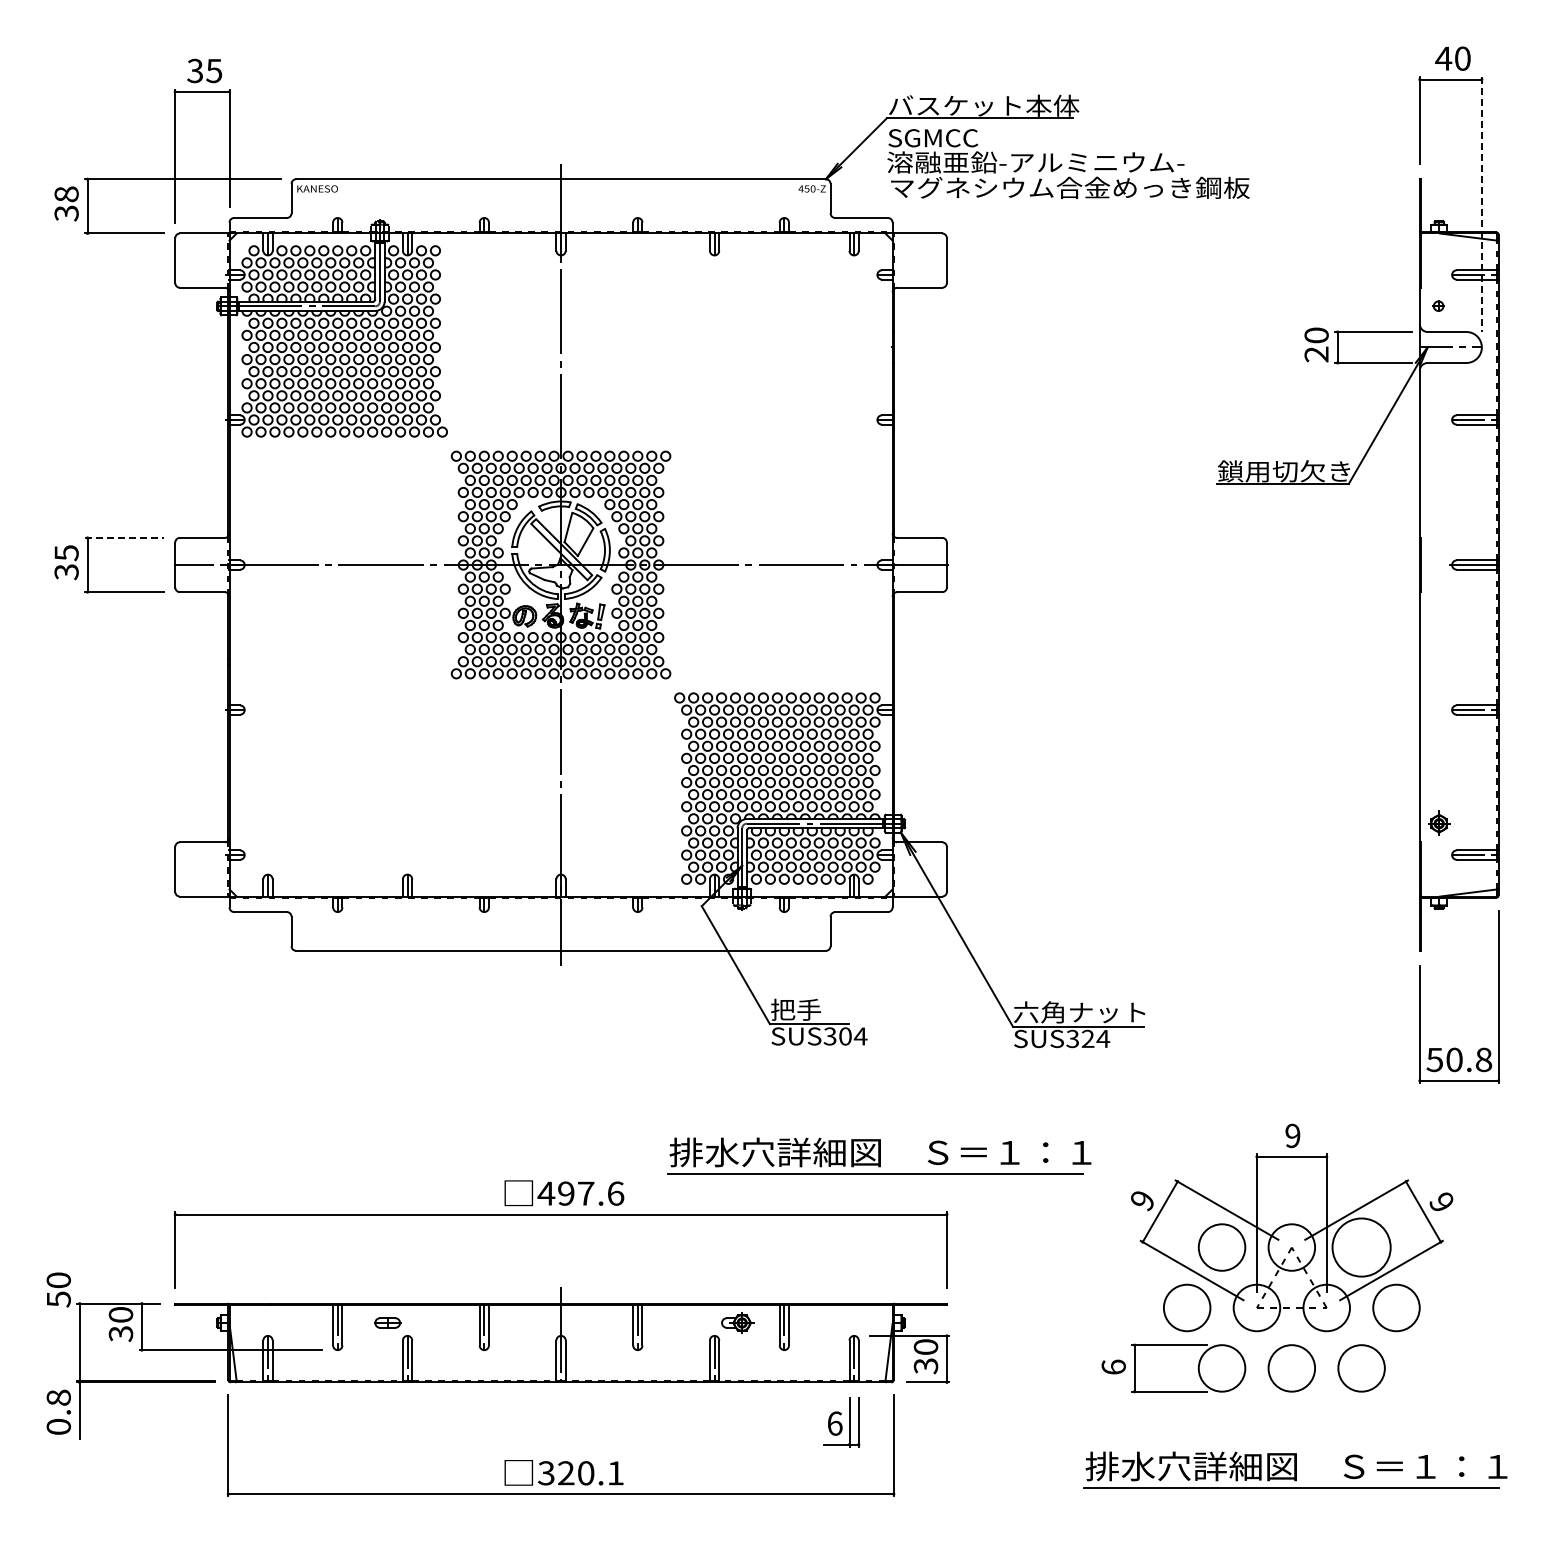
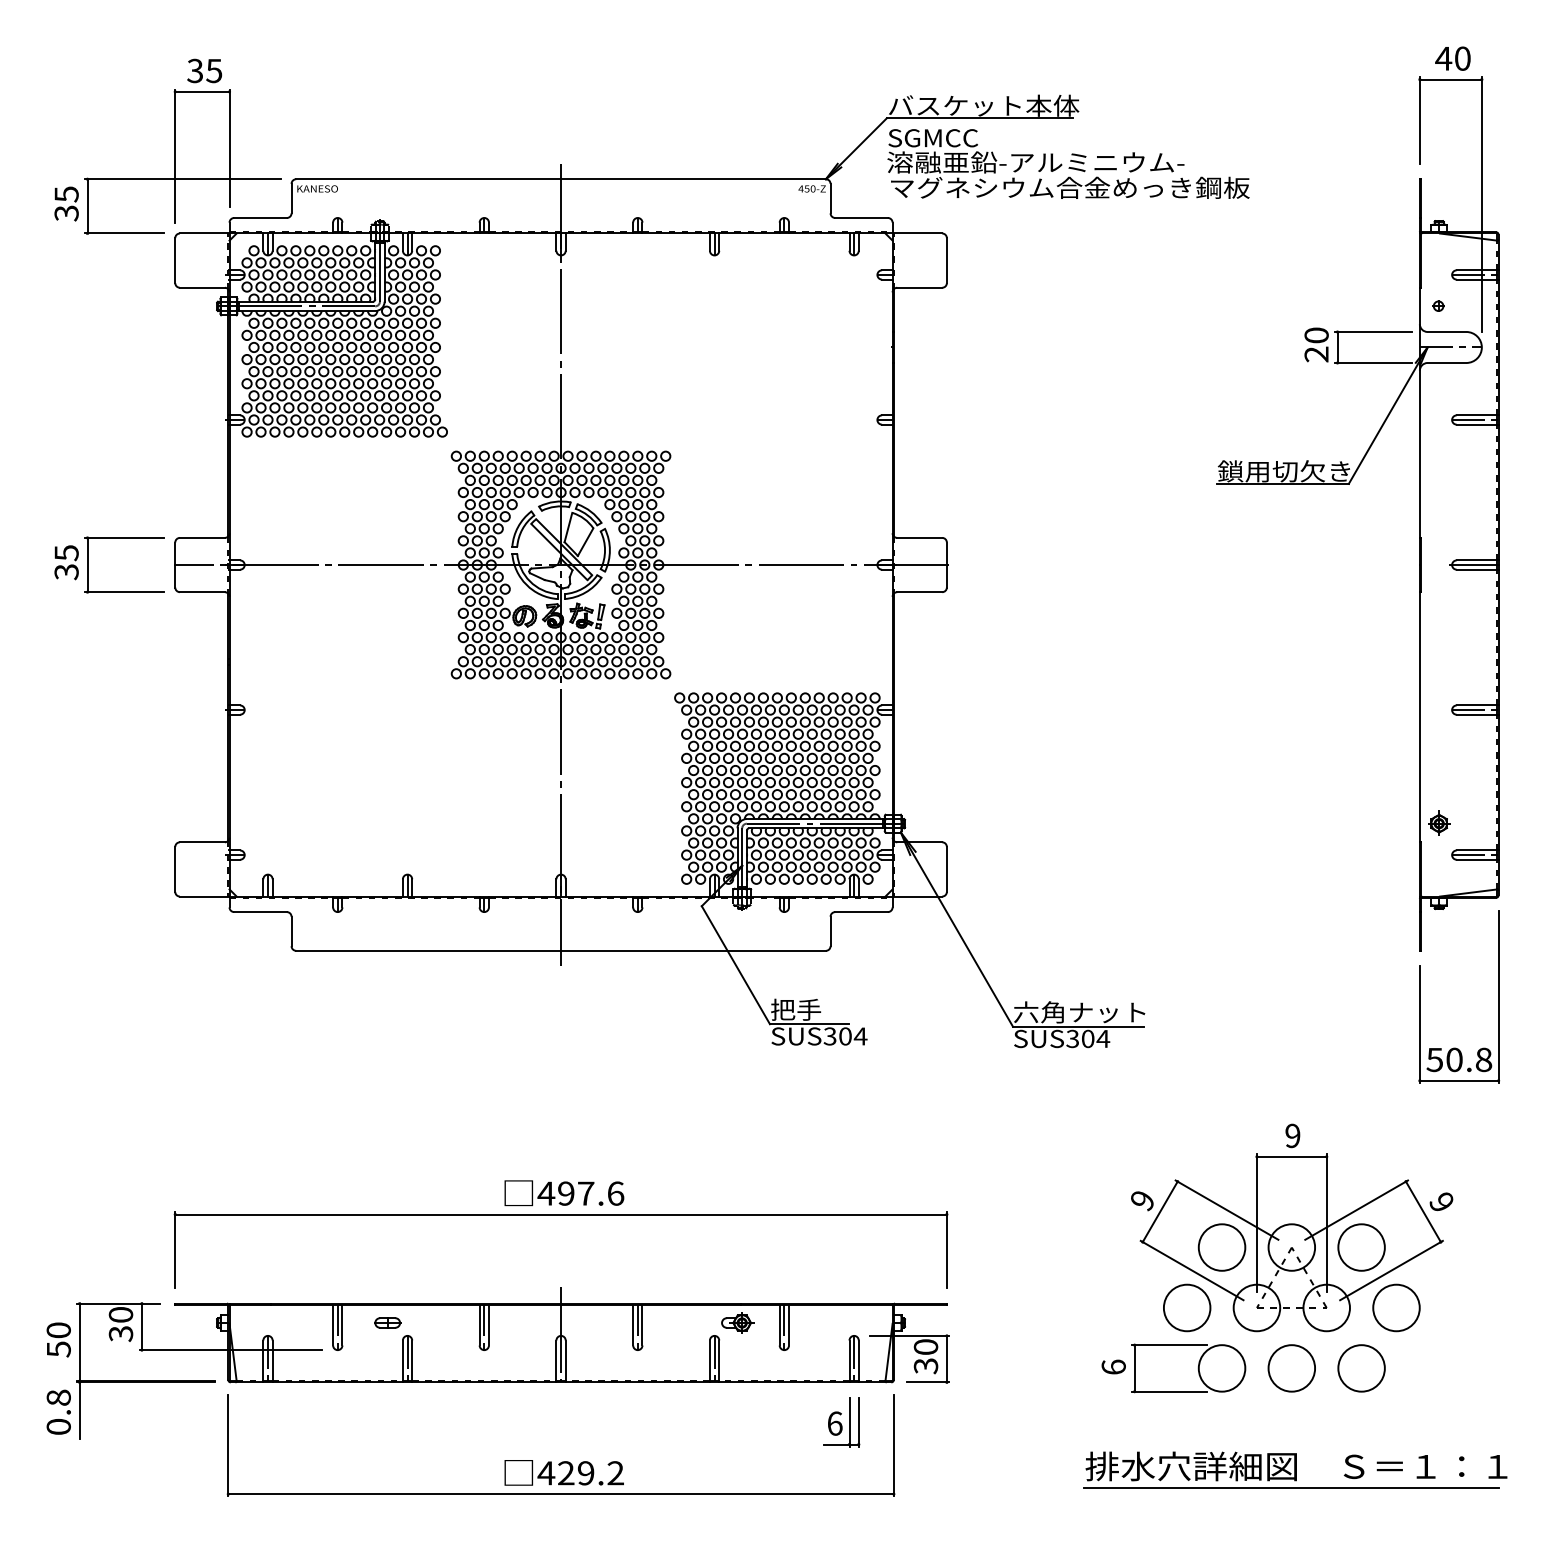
text at (66, 194): 38 -> 35
line at (1481, 205): dashed -> solid
line at (124, 537): dashed -> solid
text at (1087, 1039): SUS324 -> SUS304
part at (879, 1155): present -> none
circle at (1361, 1247) diameter: 58 px -> 47 px
text at (58, 1289) position: (58, 1289) -> (58, 1339)
text at (580, 1473): 320.1 -> 429.2
